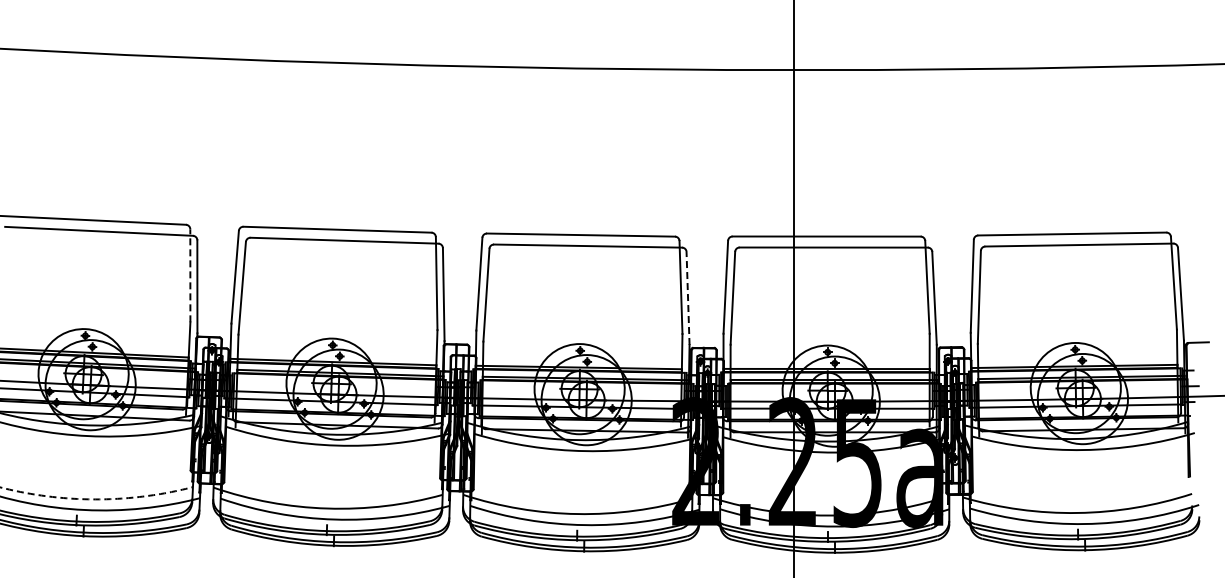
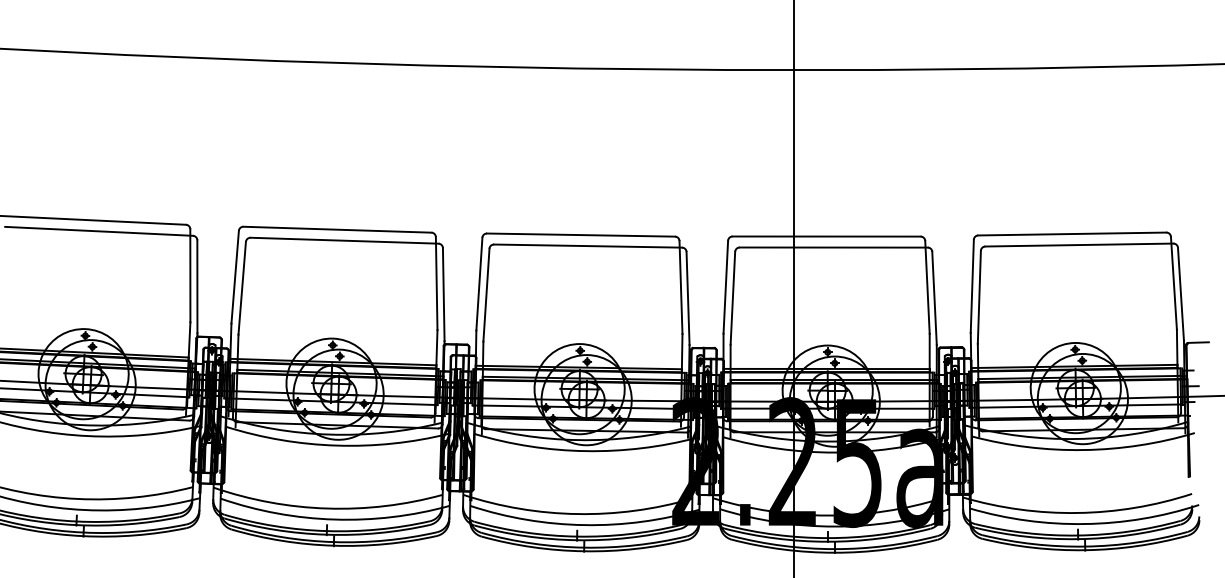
line at (190, 275): dashed -> solid
line at (688, 298): dashed -> solid
arc at (96, 499): dashed -> solid
